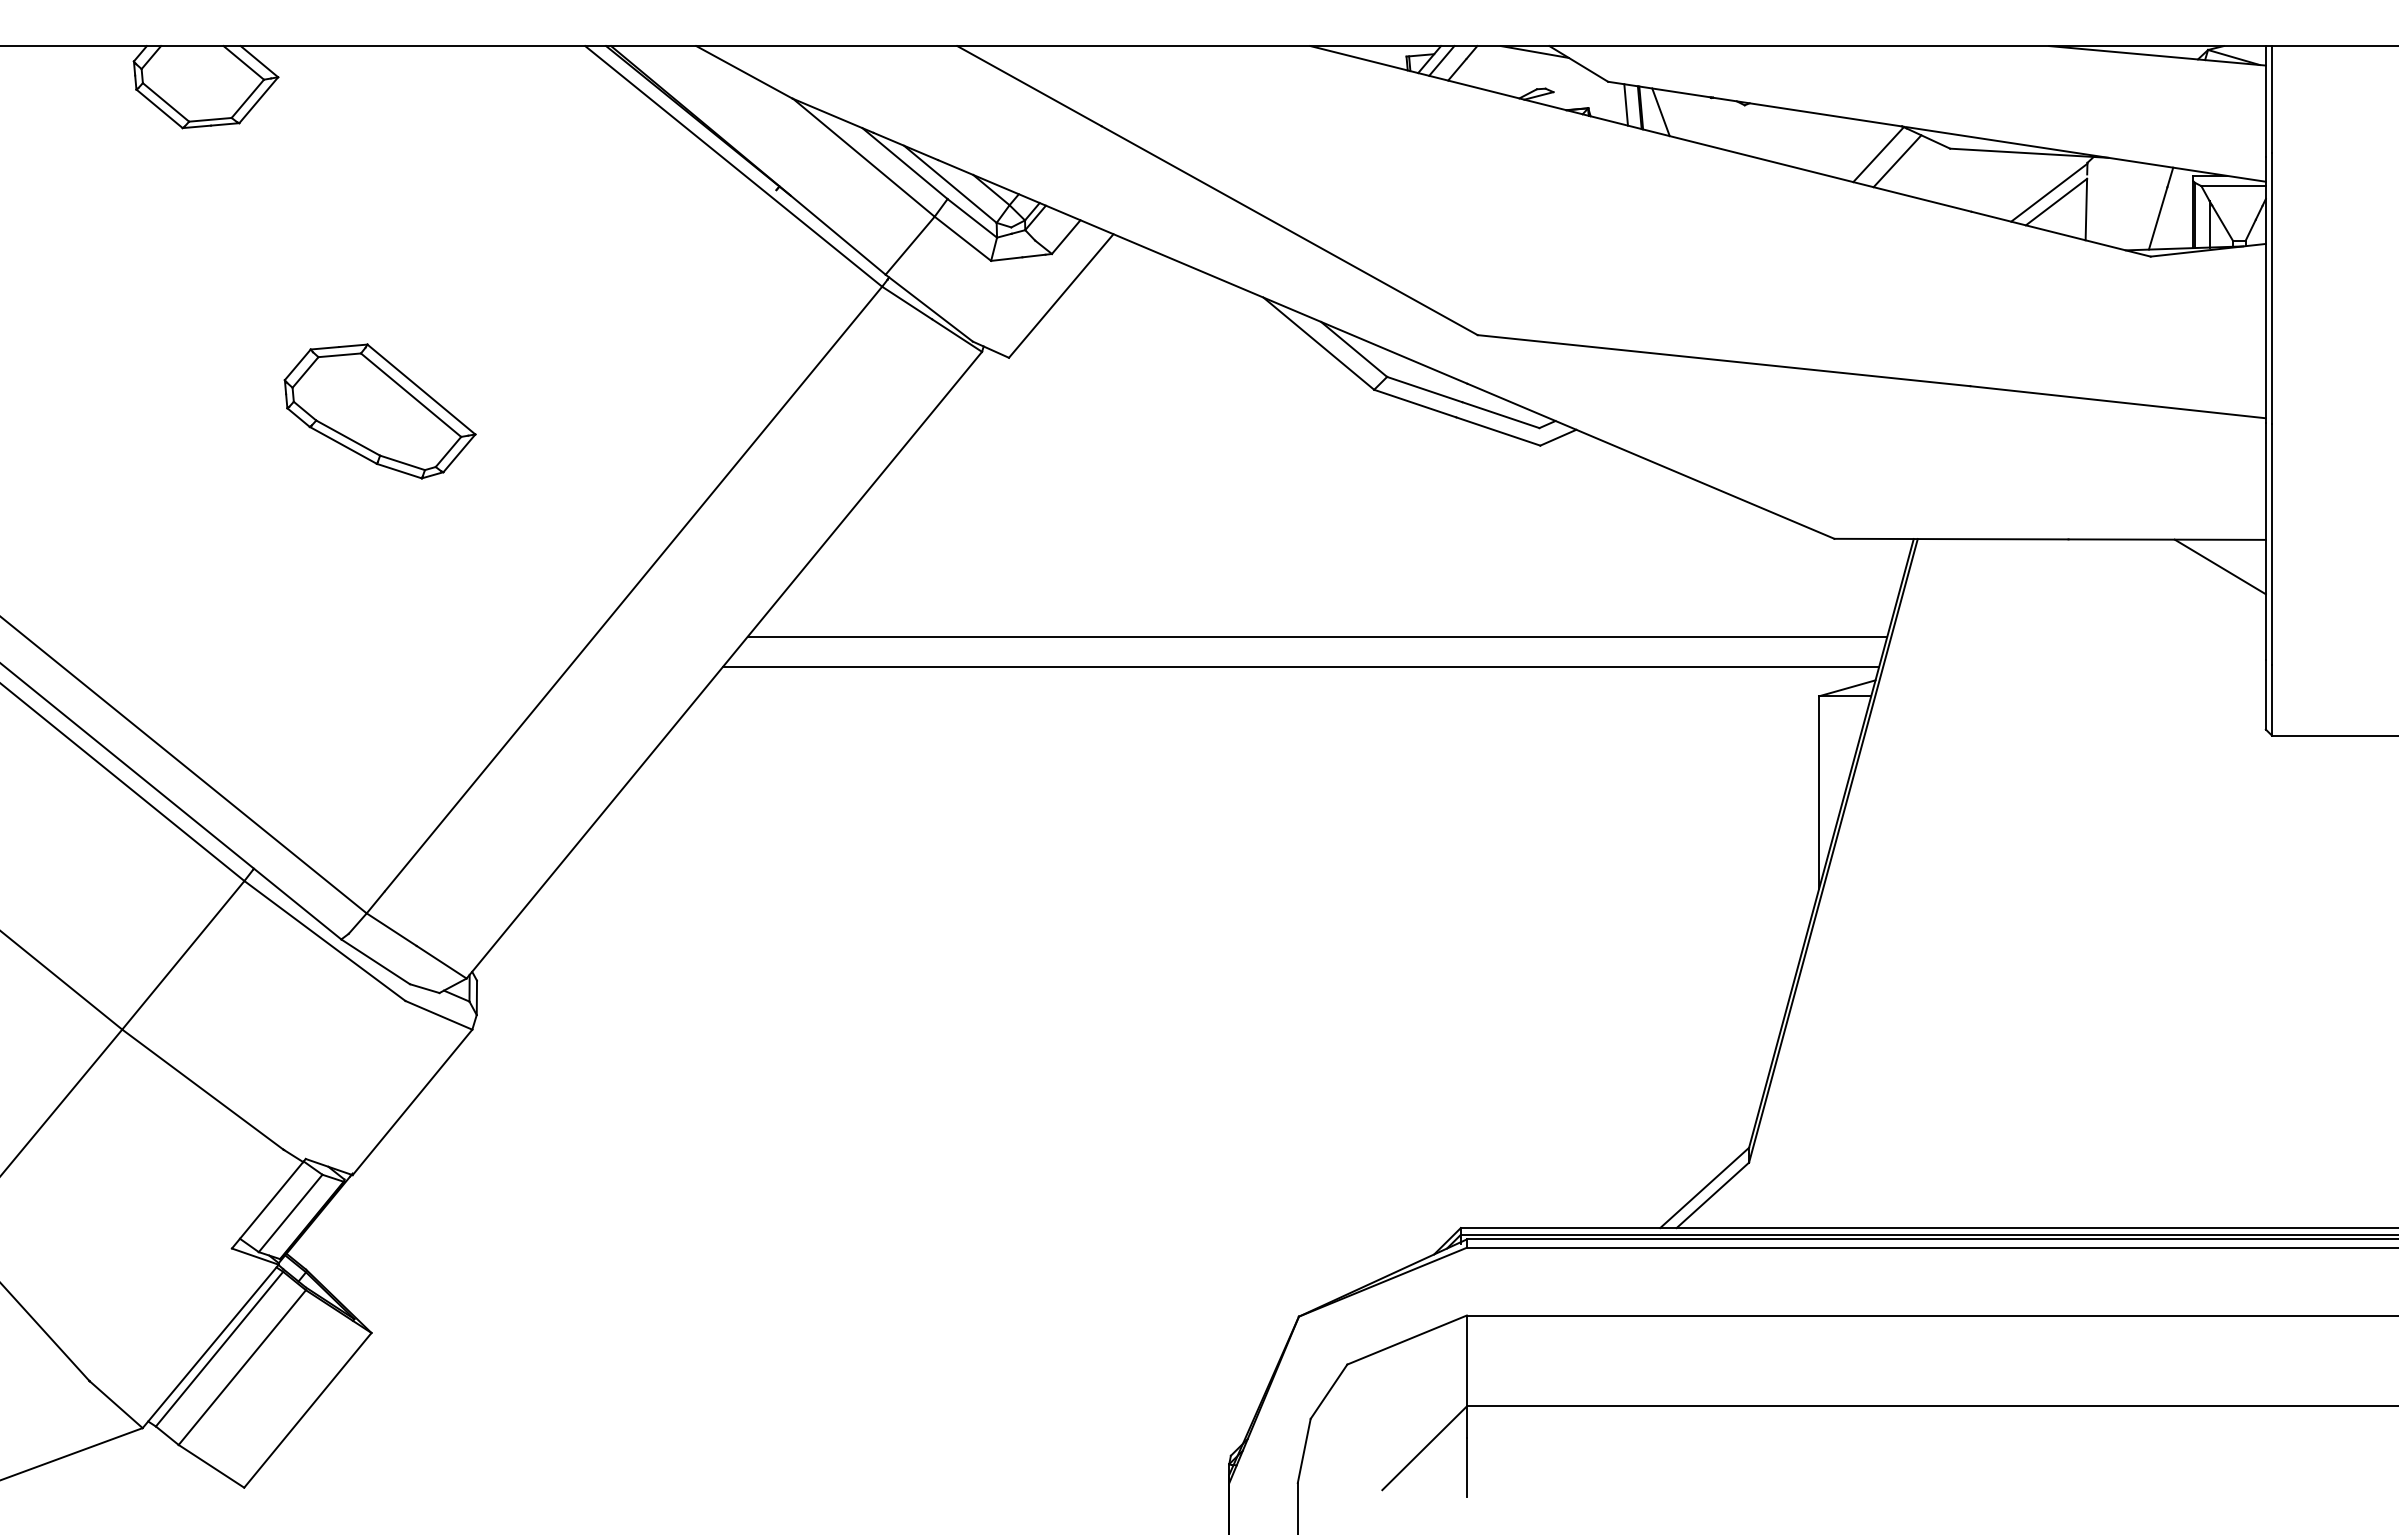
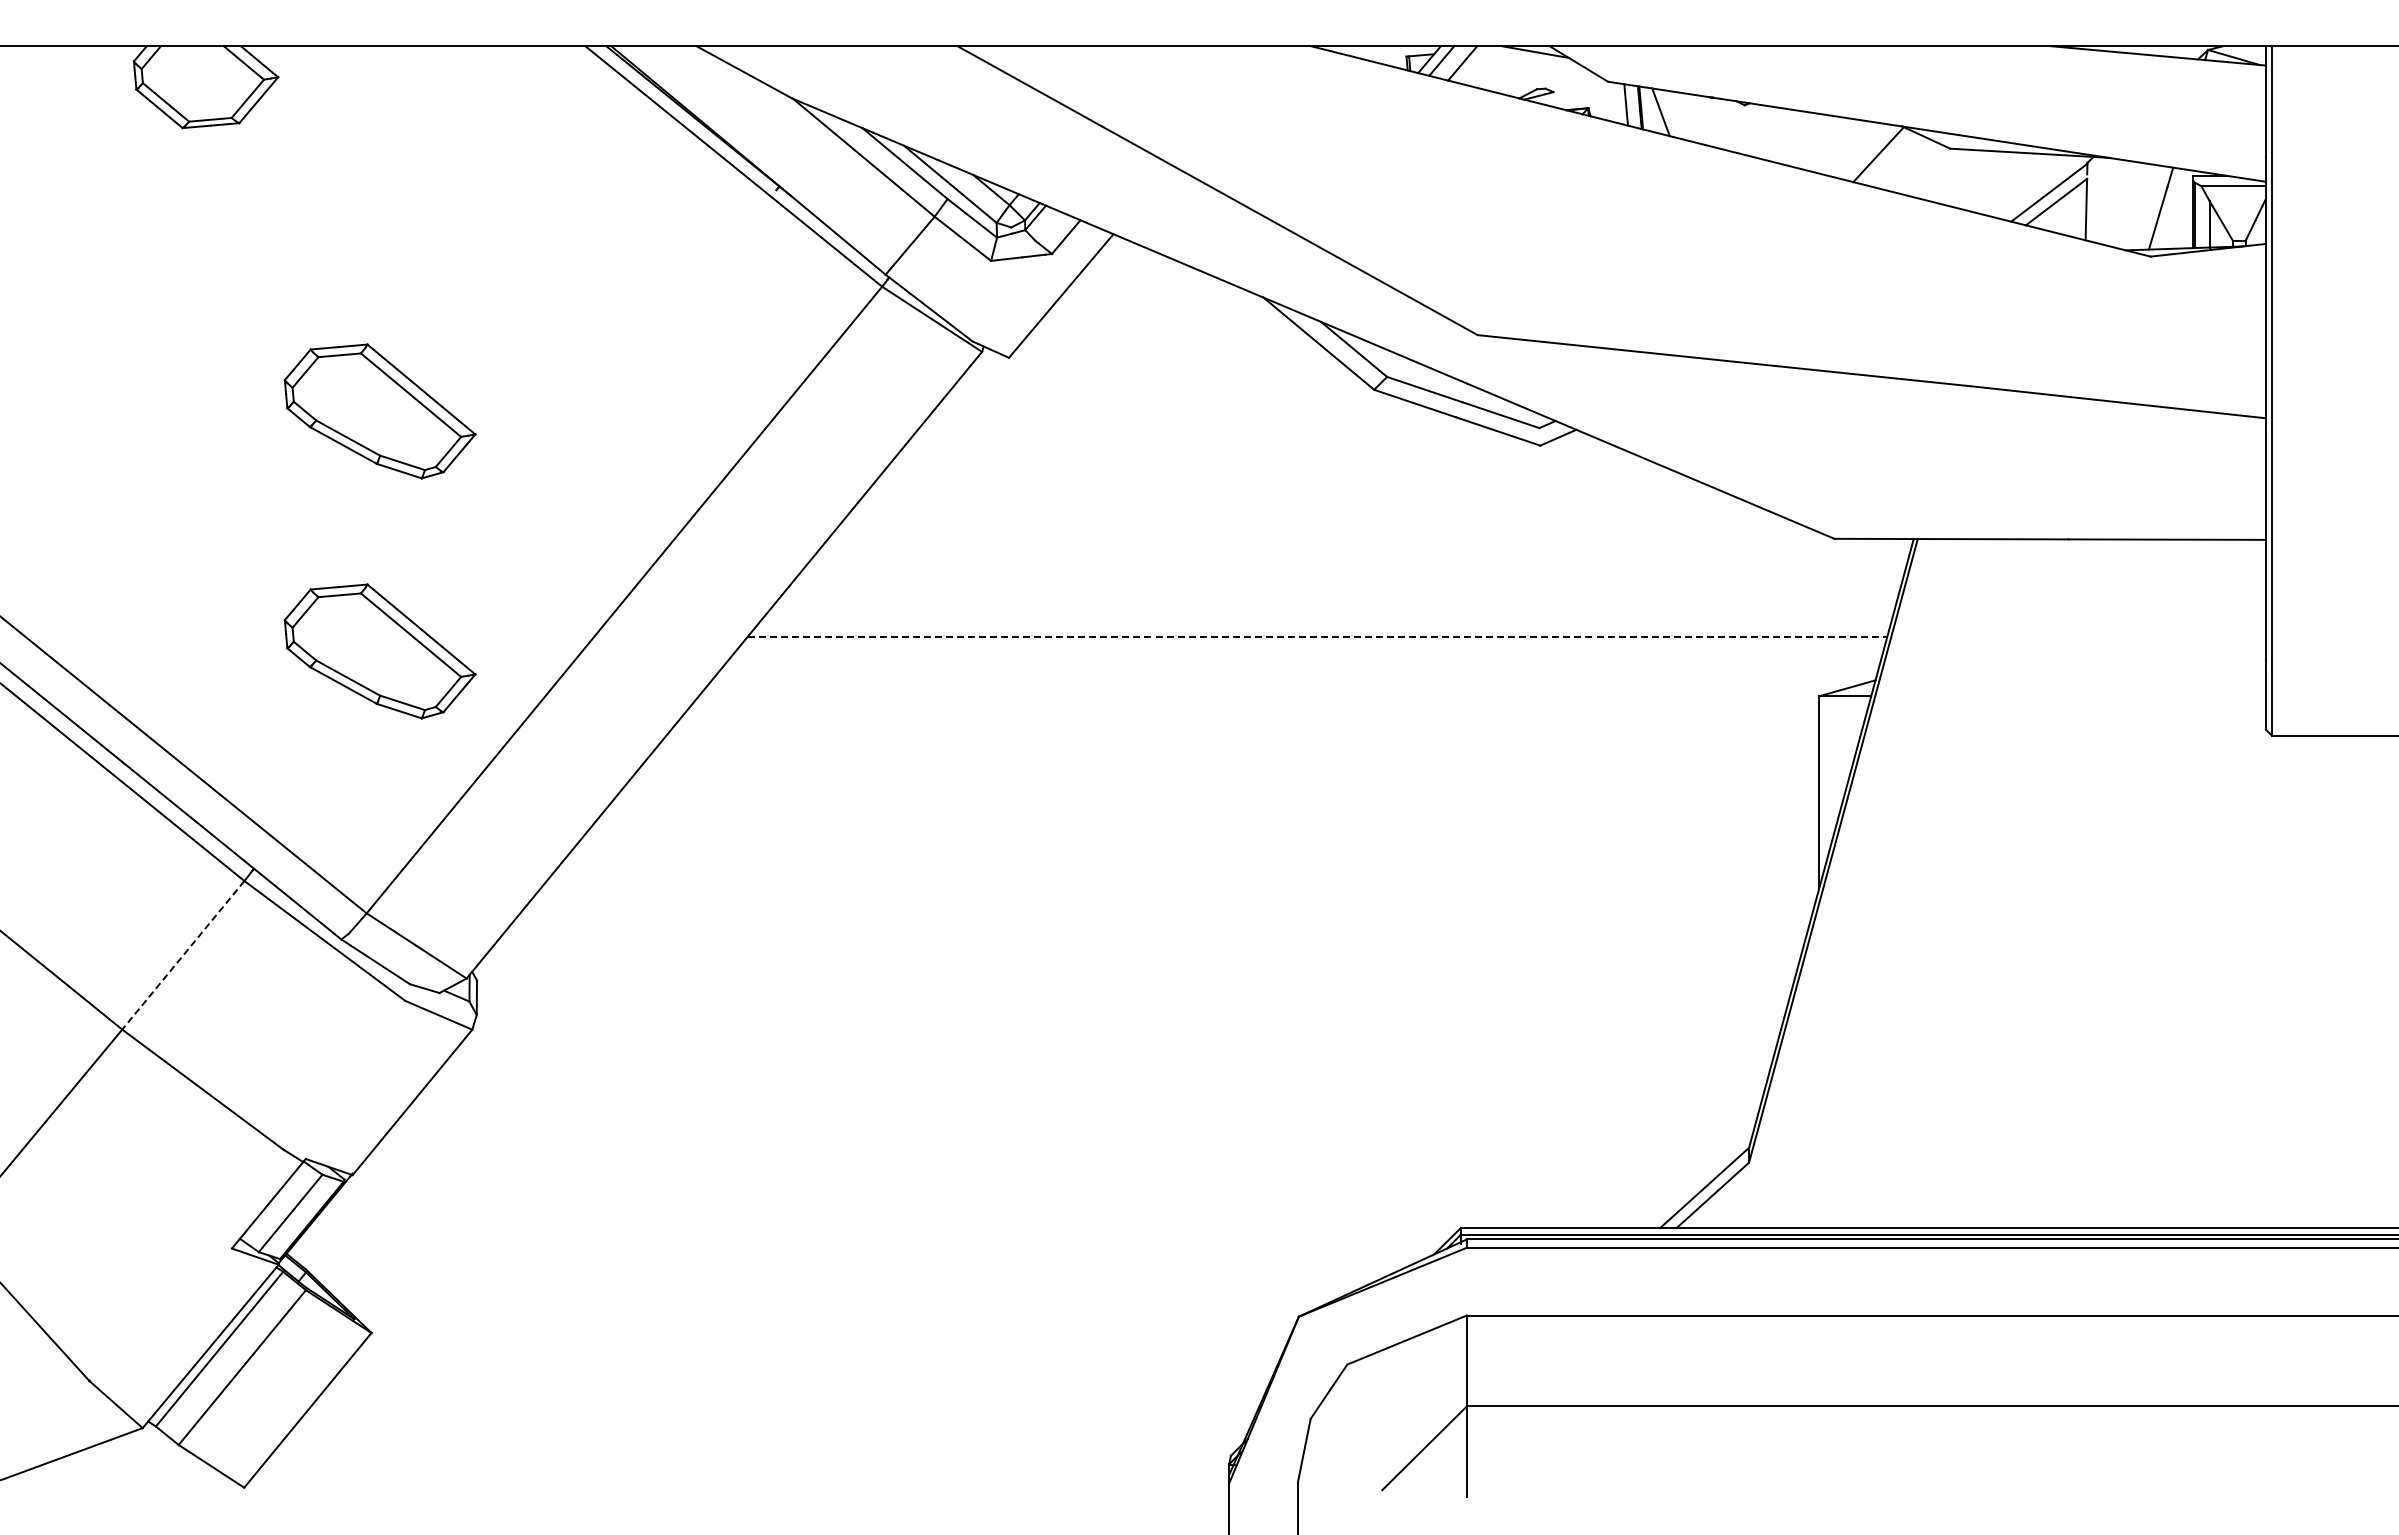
line at (1897, 161): present -> none
line at (2219, 566): present -> none
line at (1317, 636): solid -> dashed
part at (379, 651): none -> present
line at (1300, 667): present -> none
line at (183, 955): solid -> dashed
